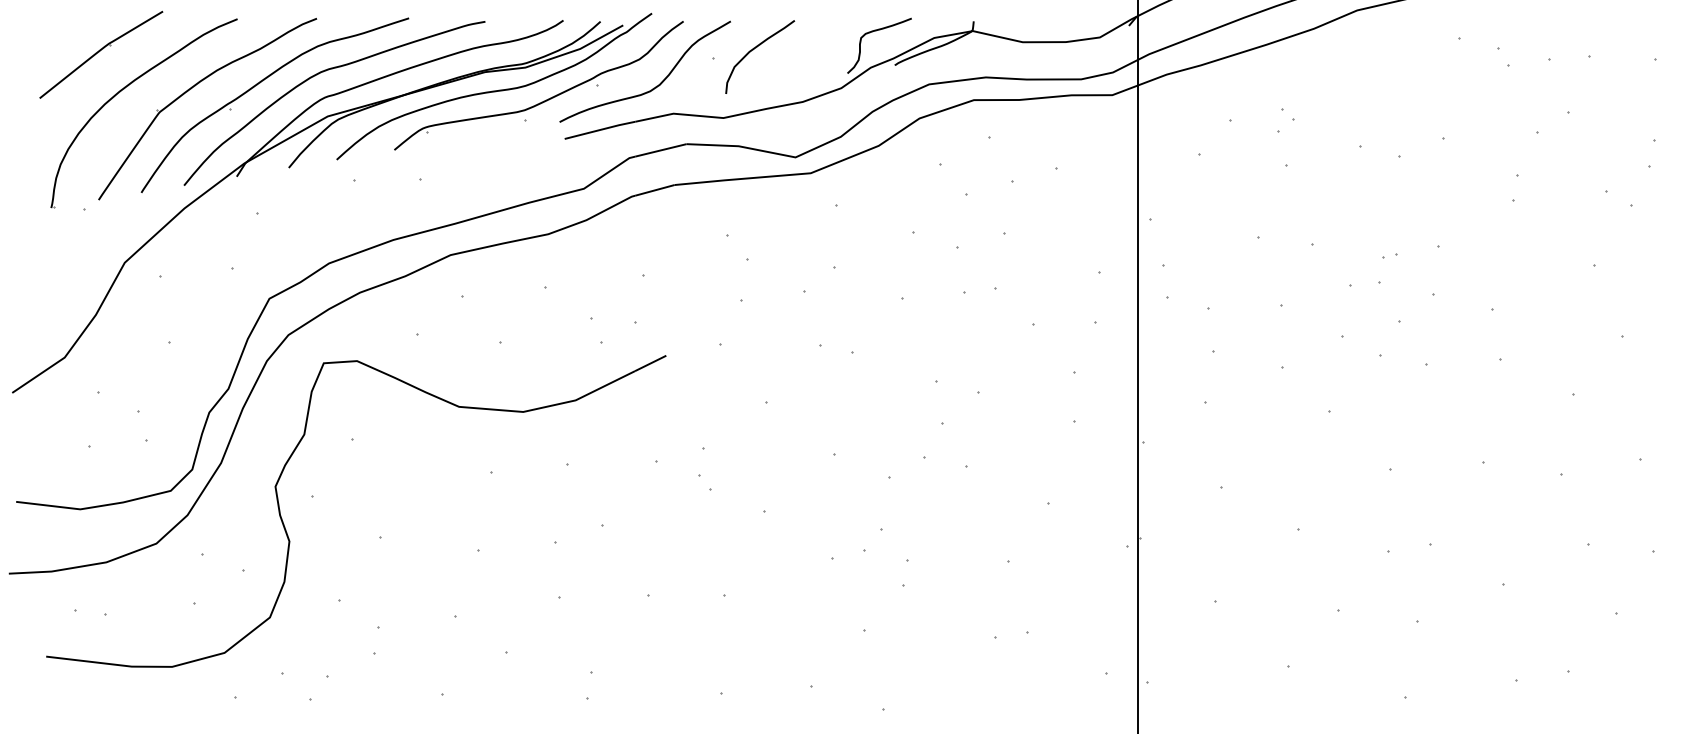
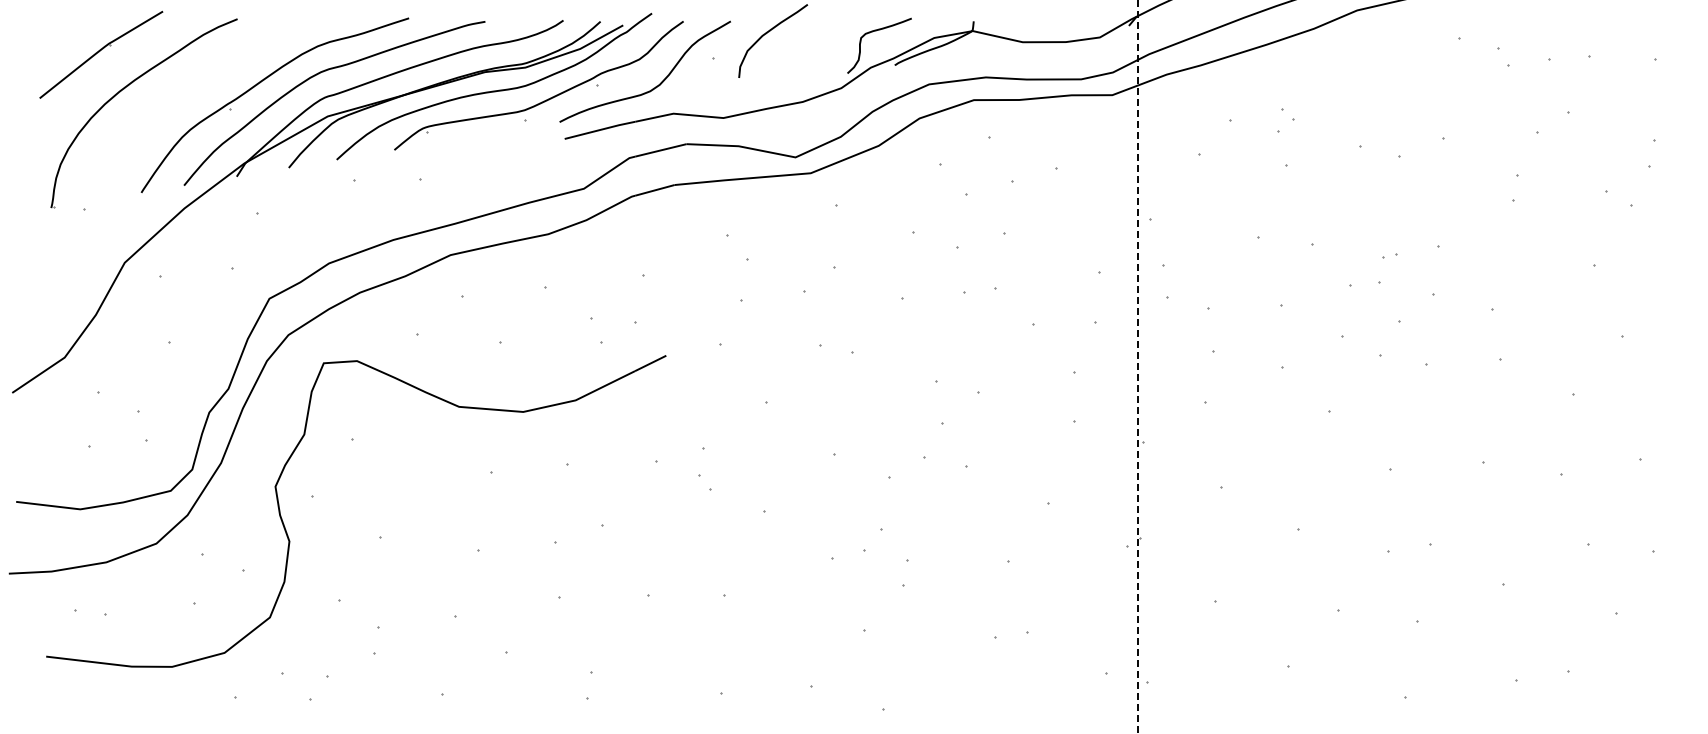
curve at (754, 49) position: (754, 49) -> (767, 33)
part at (191, 89): present -> none
line at (1138, 366): solid -> dashed
